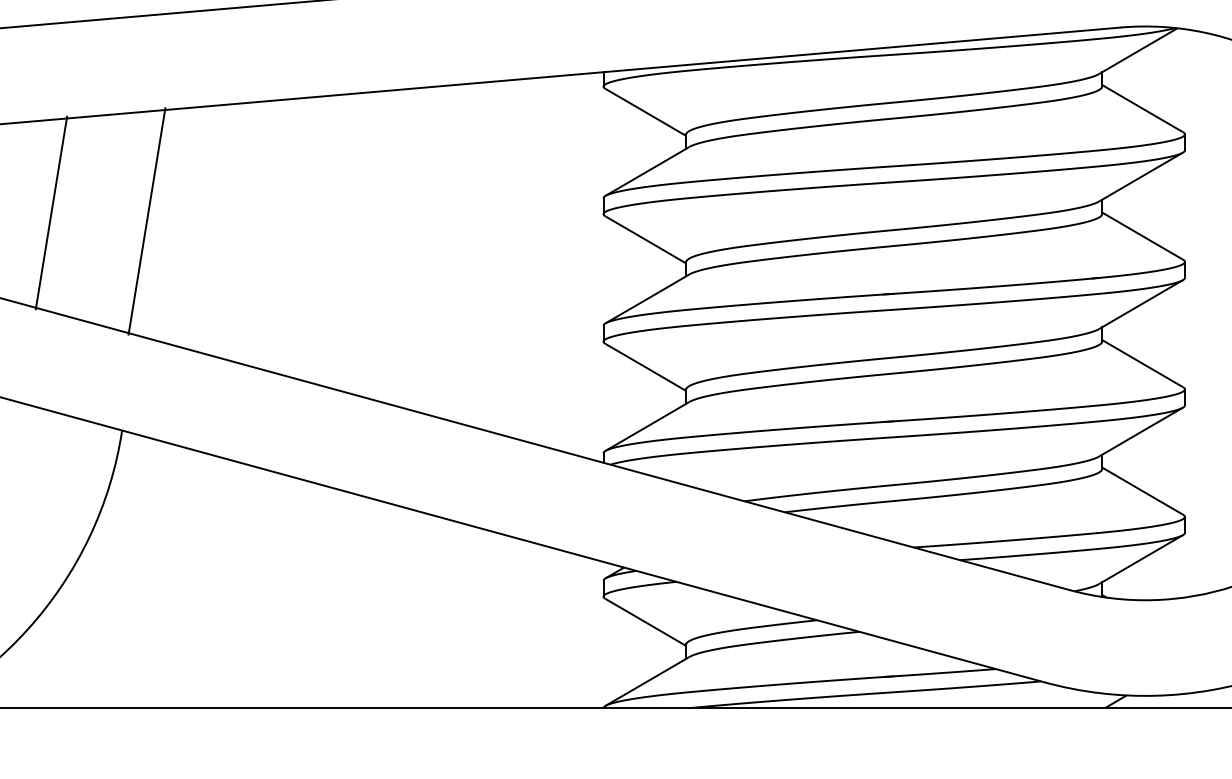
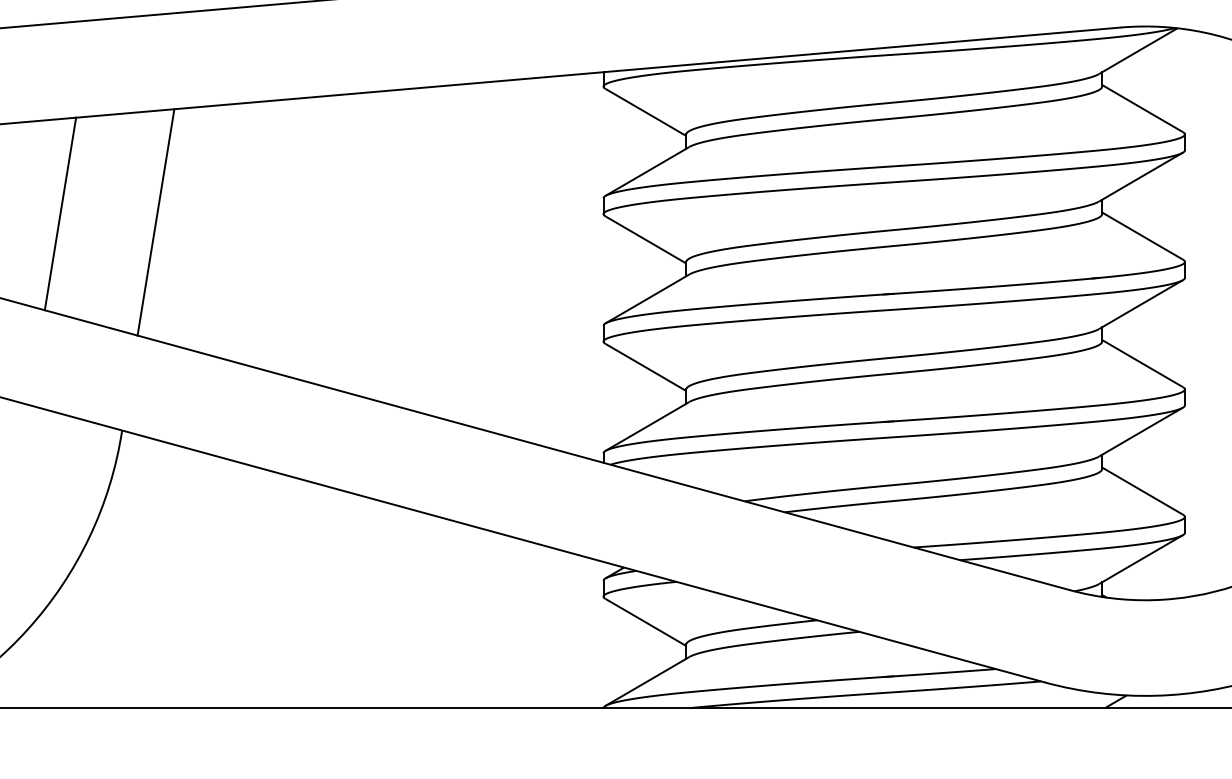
line at (51, 212) position: (51, 212) -> (60, 213)
line at (146, 221) position: (146, 221) -> (155, 222)
